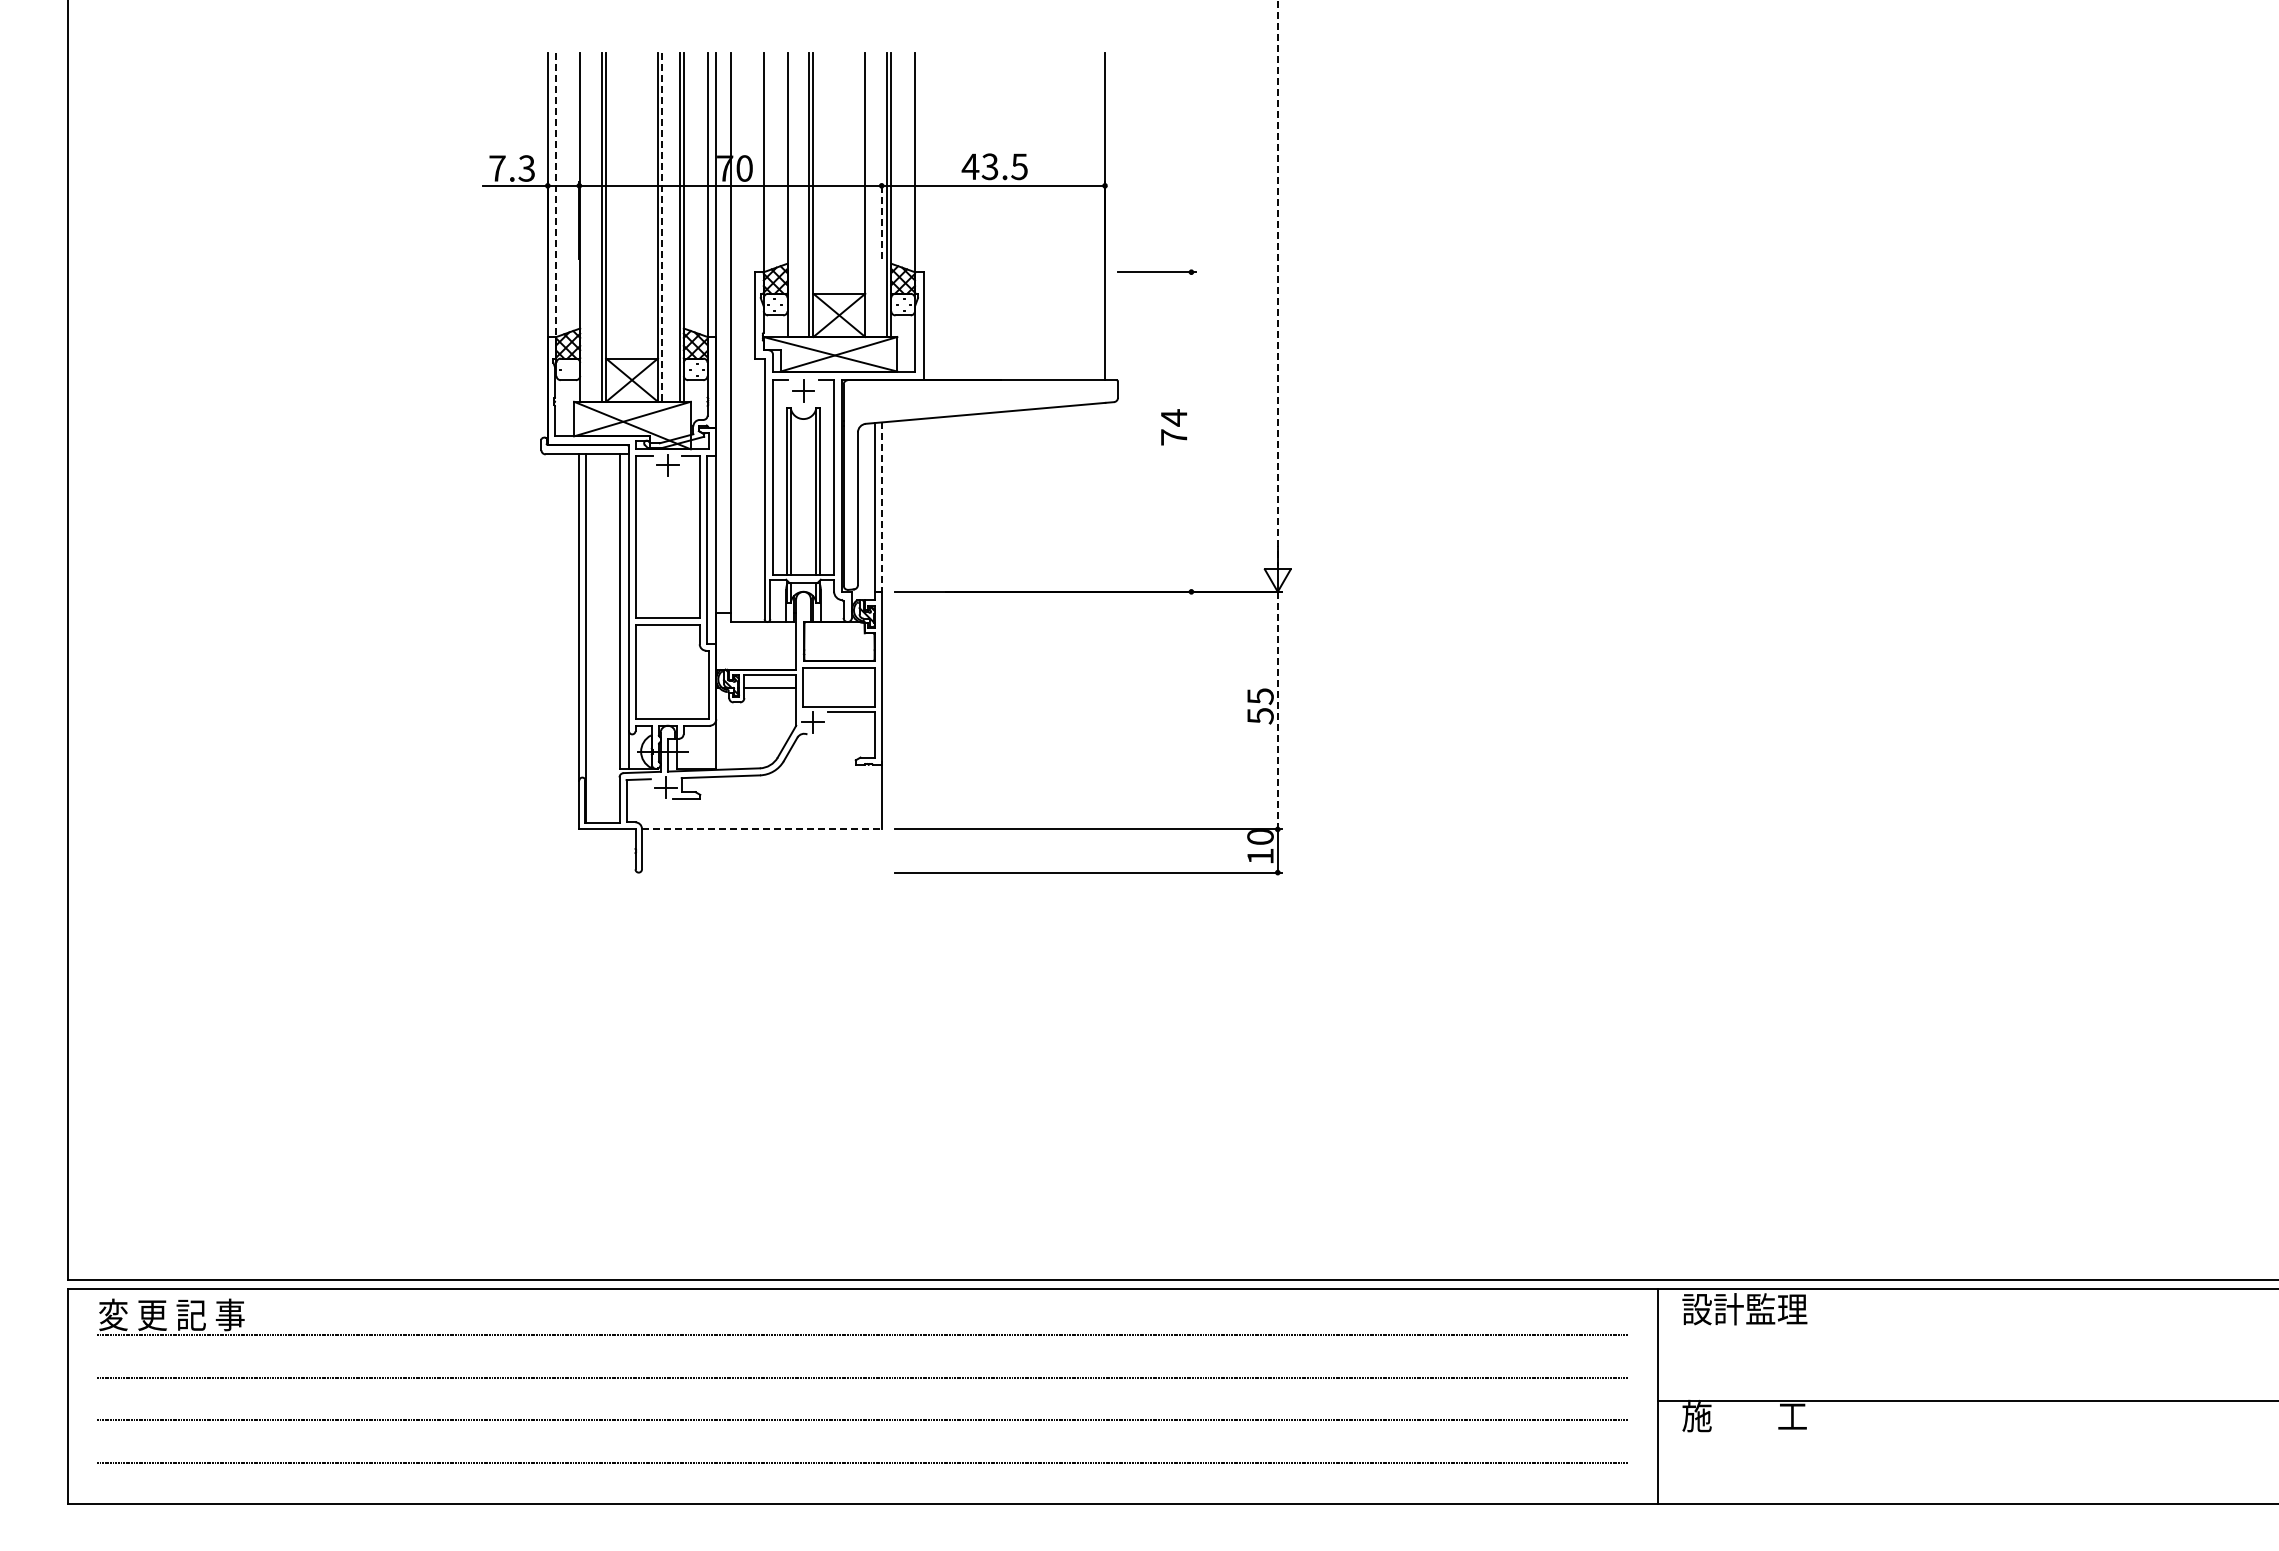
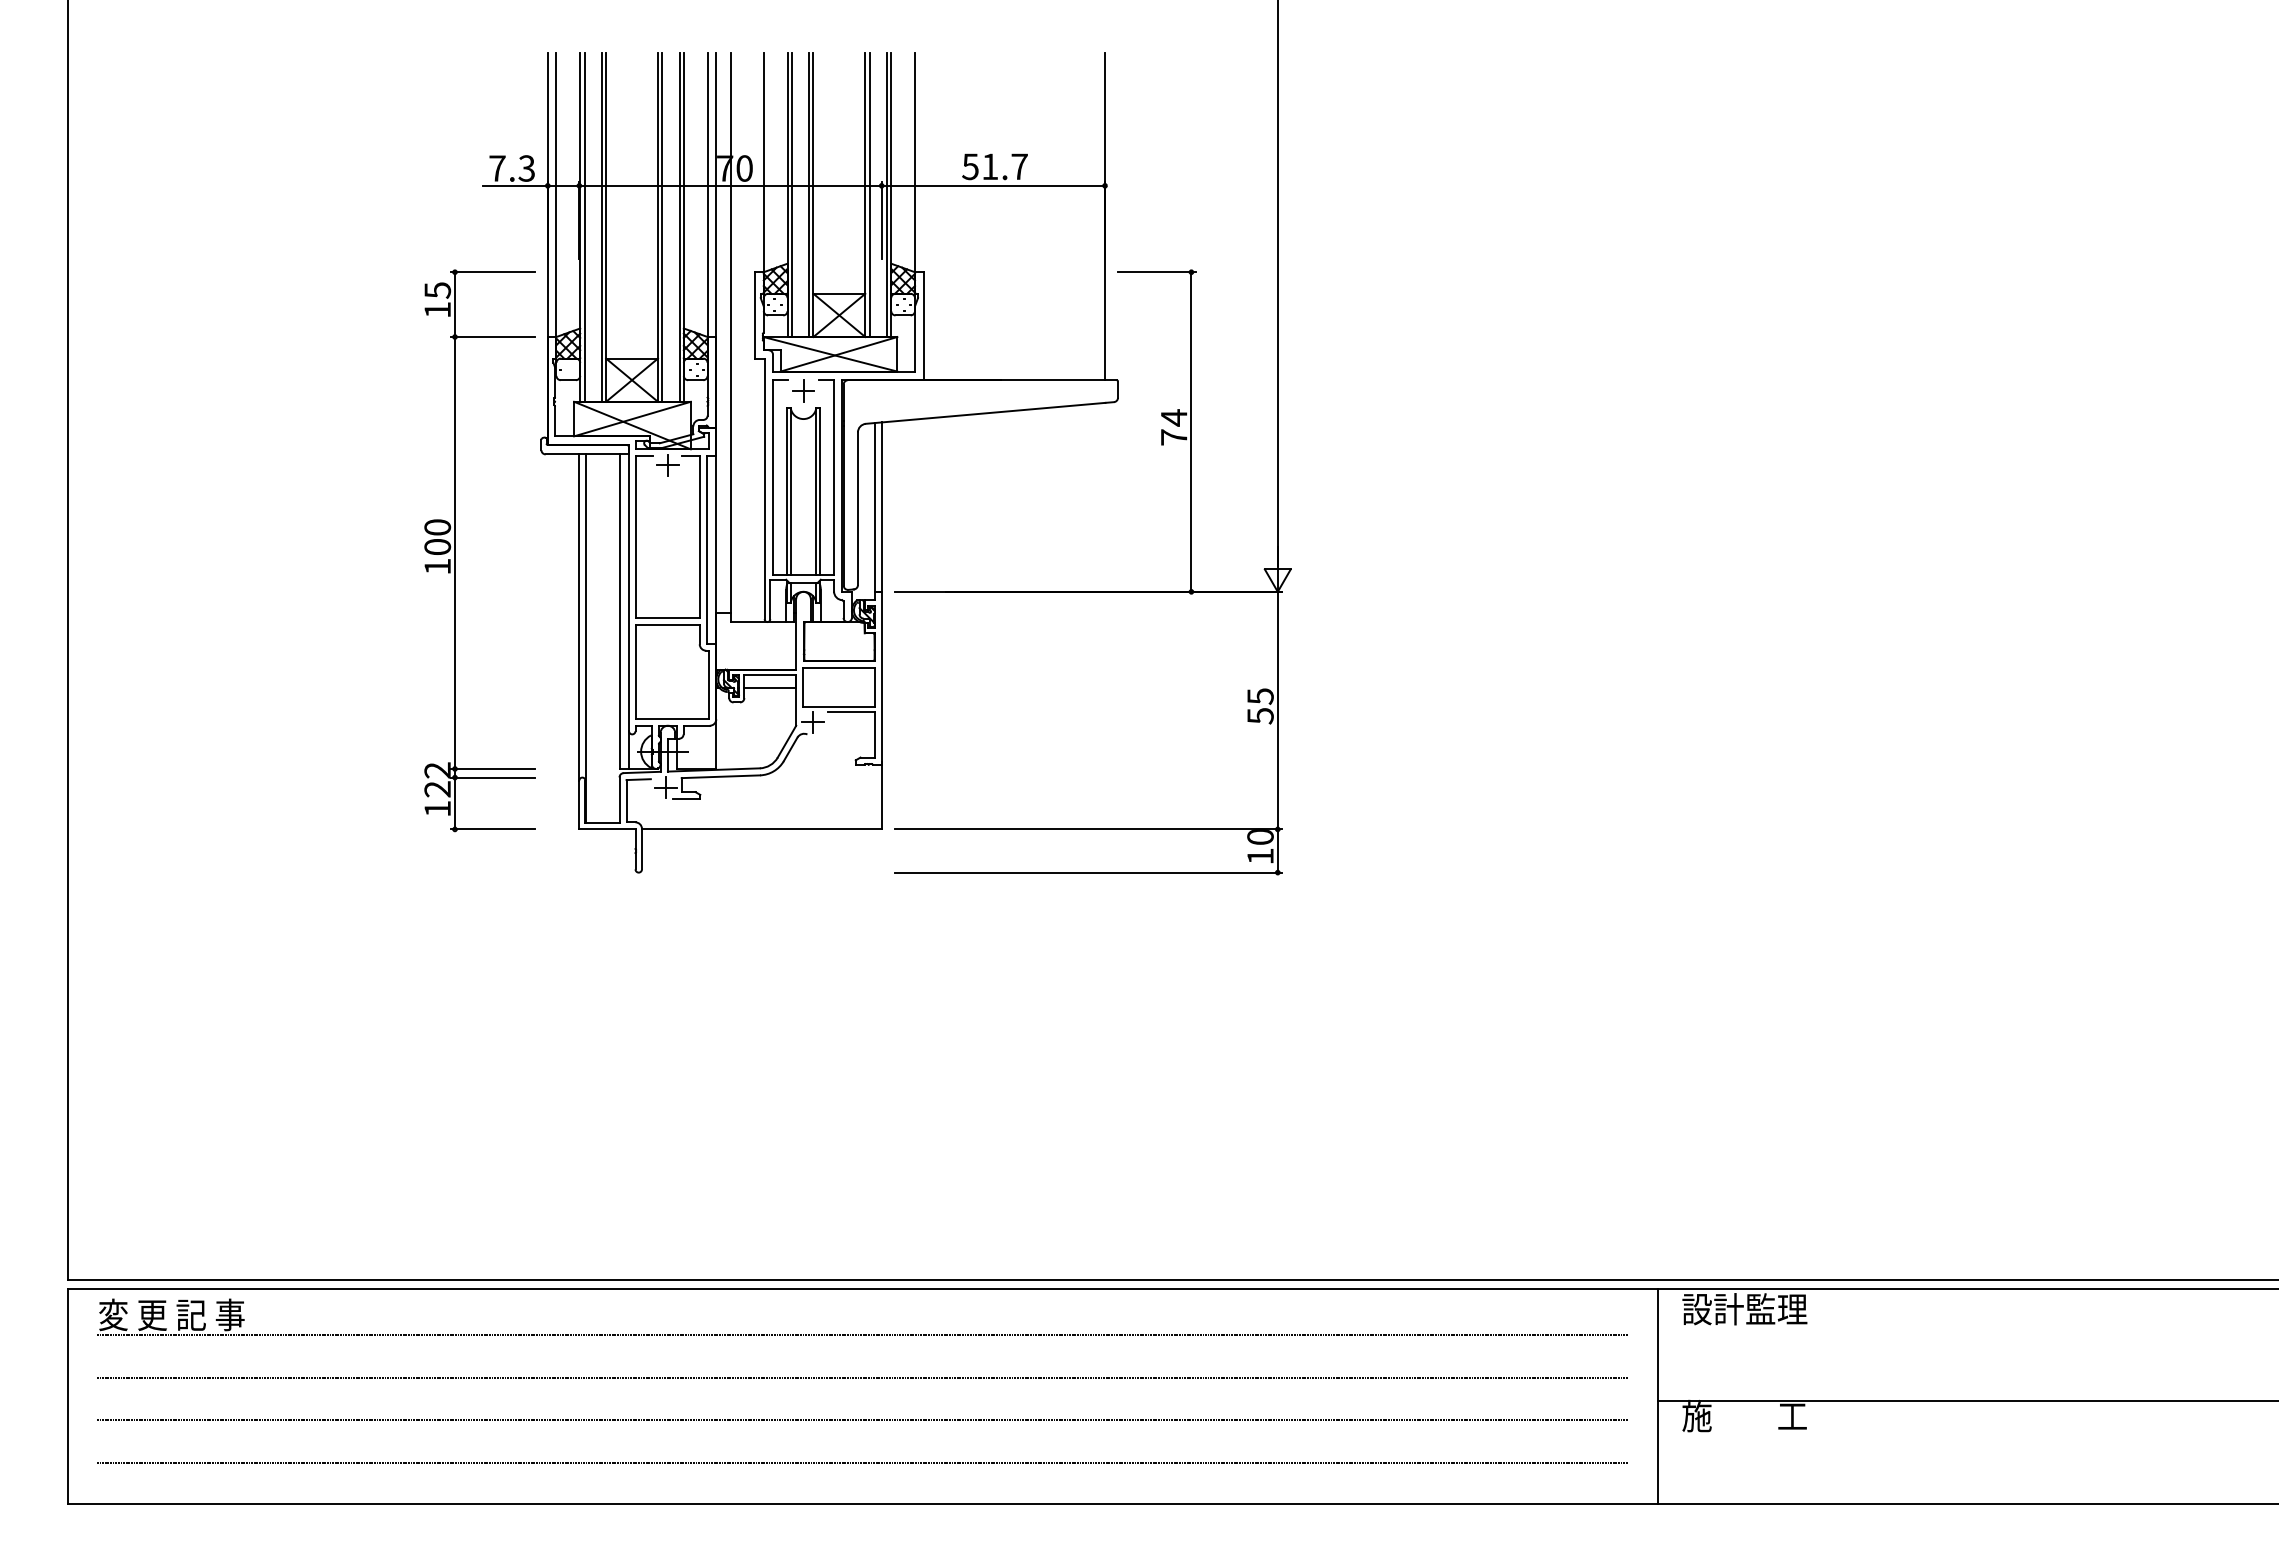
text at (994, 166): 43.5 -> 51.7
line at (791, 195): none -> present
line at (869, 195): none -> present
line at (556, 196): dashed -> solid
line at (881, 220): dashed -> solid
line at (584, 227): none -> present
line at (662, 227): dashed -> solid
line at (1277, 283): dashed -> solid
line at (1191, 431): none -> present
line at (881, 507): dashed -> solid
part at (455, 550): none -> present
line at (1277, 710): dashed -> solid
line at (761, 829): dashed -> solid
